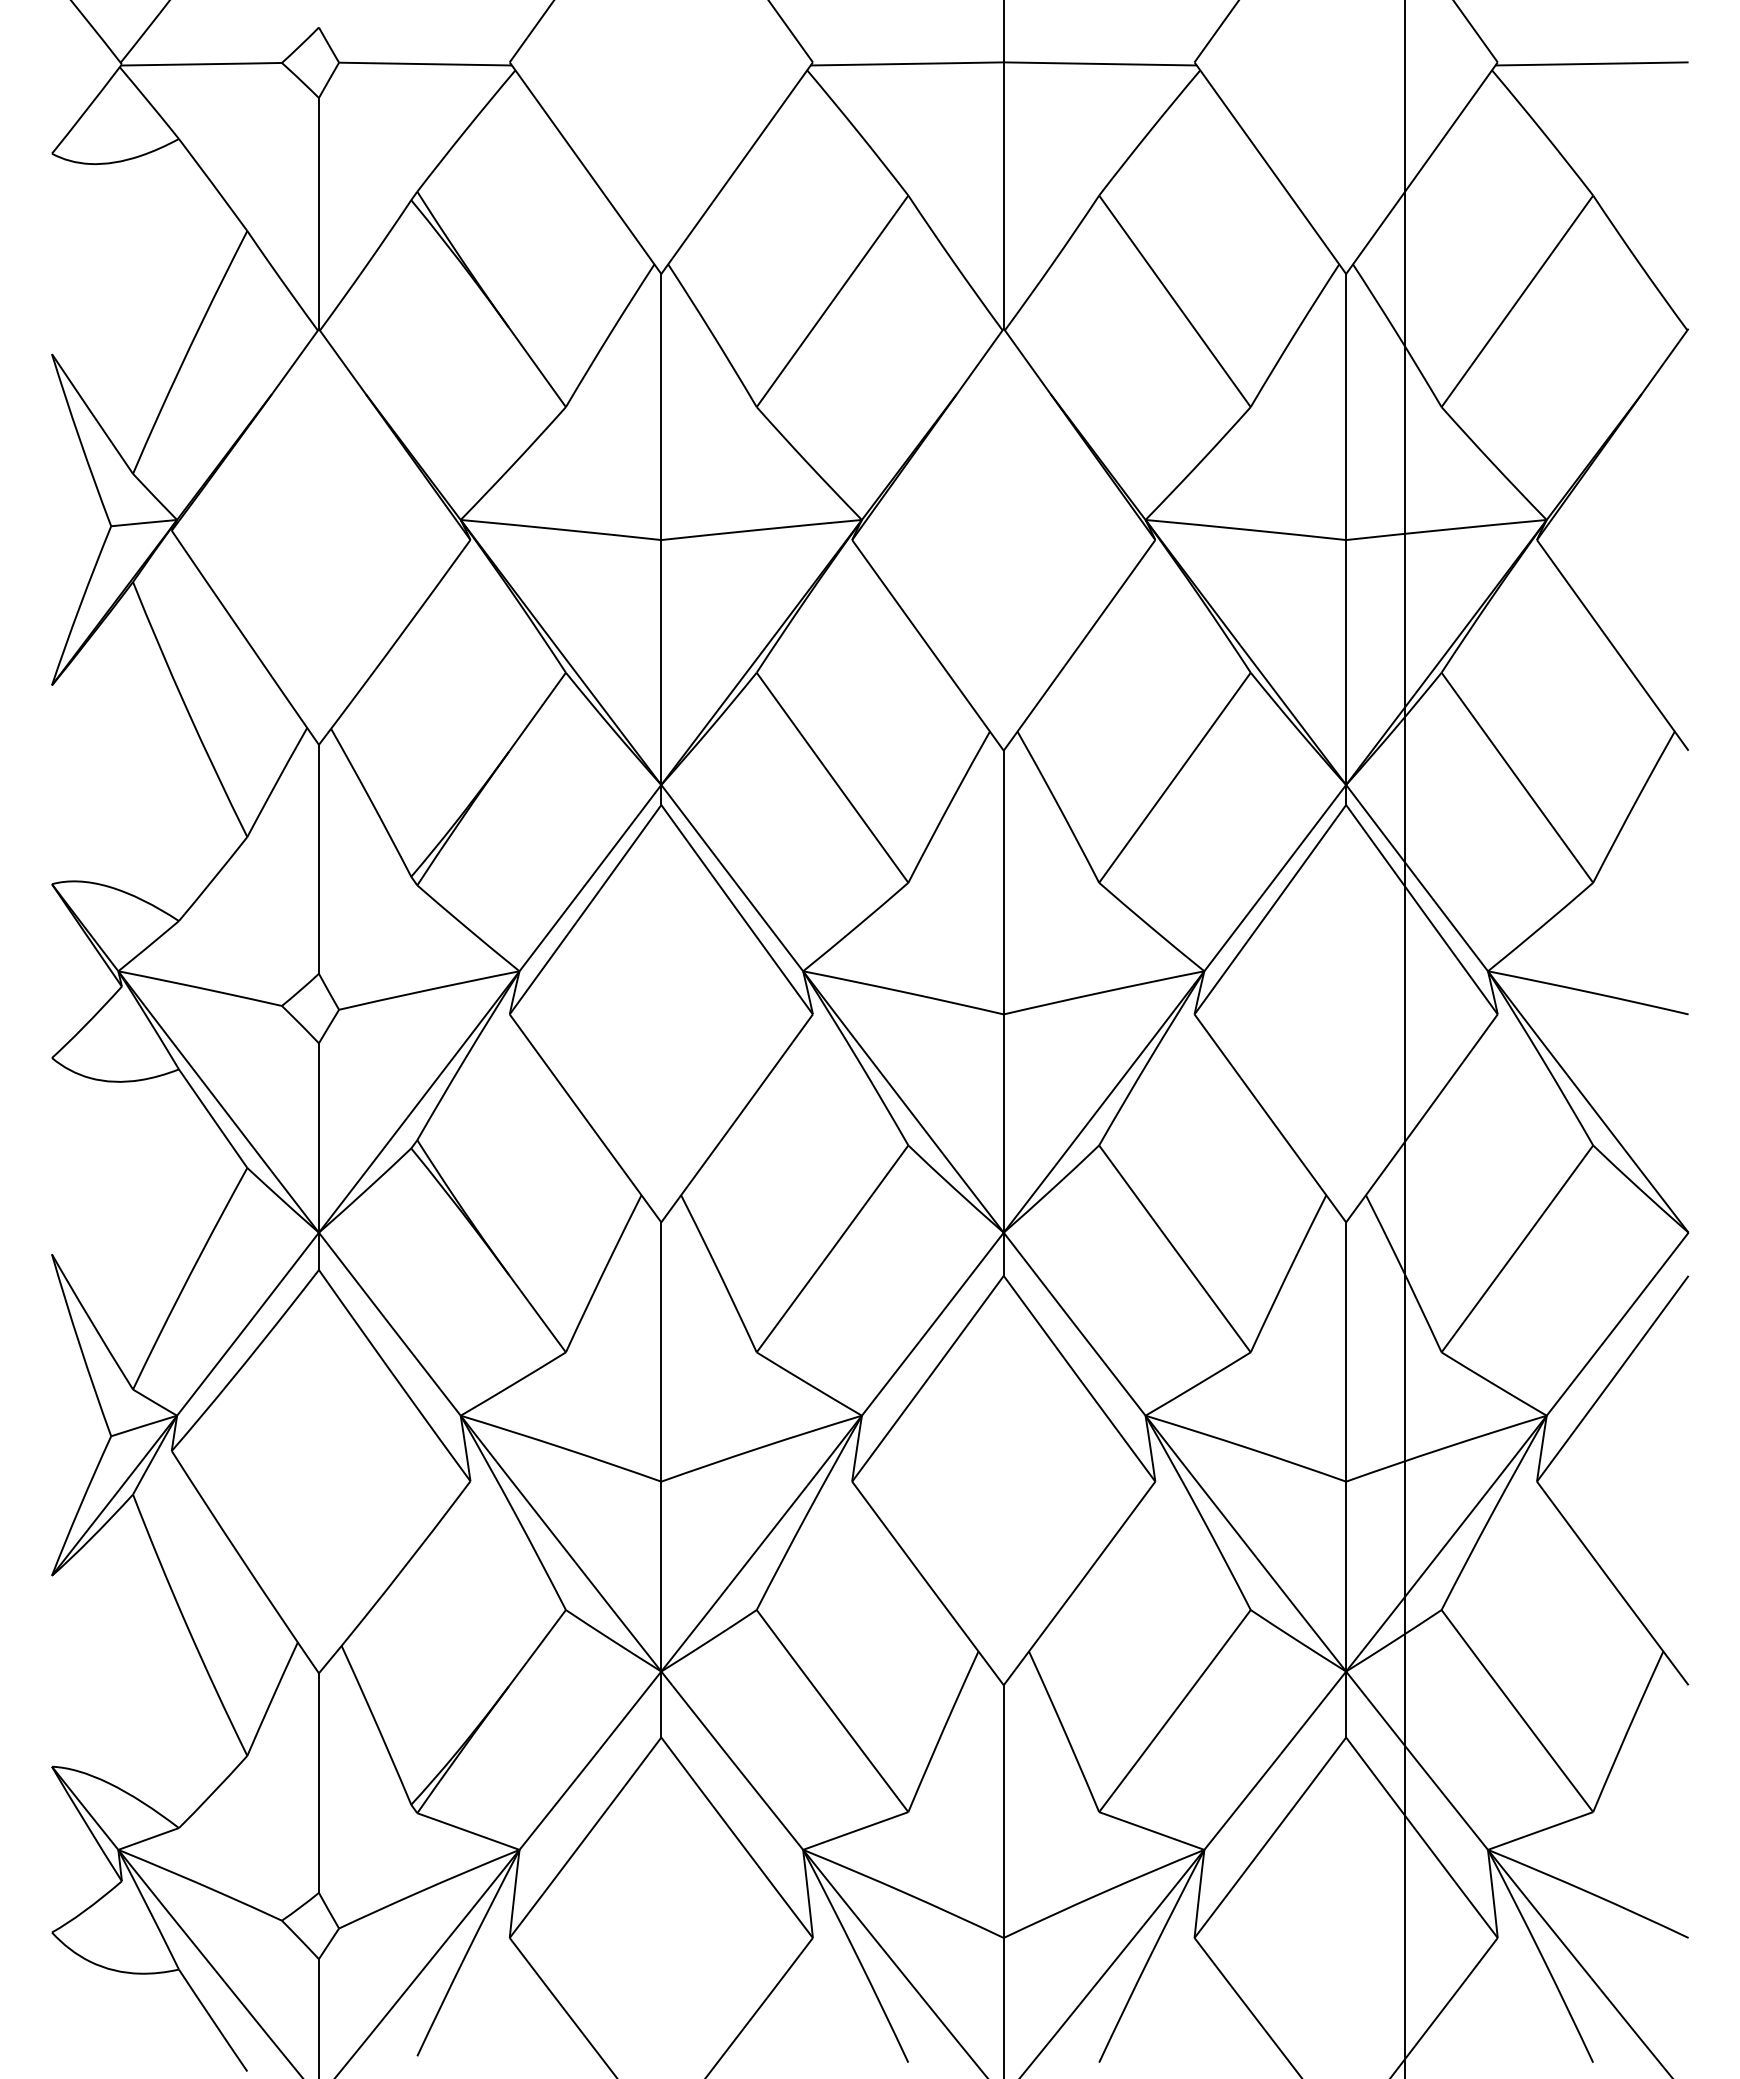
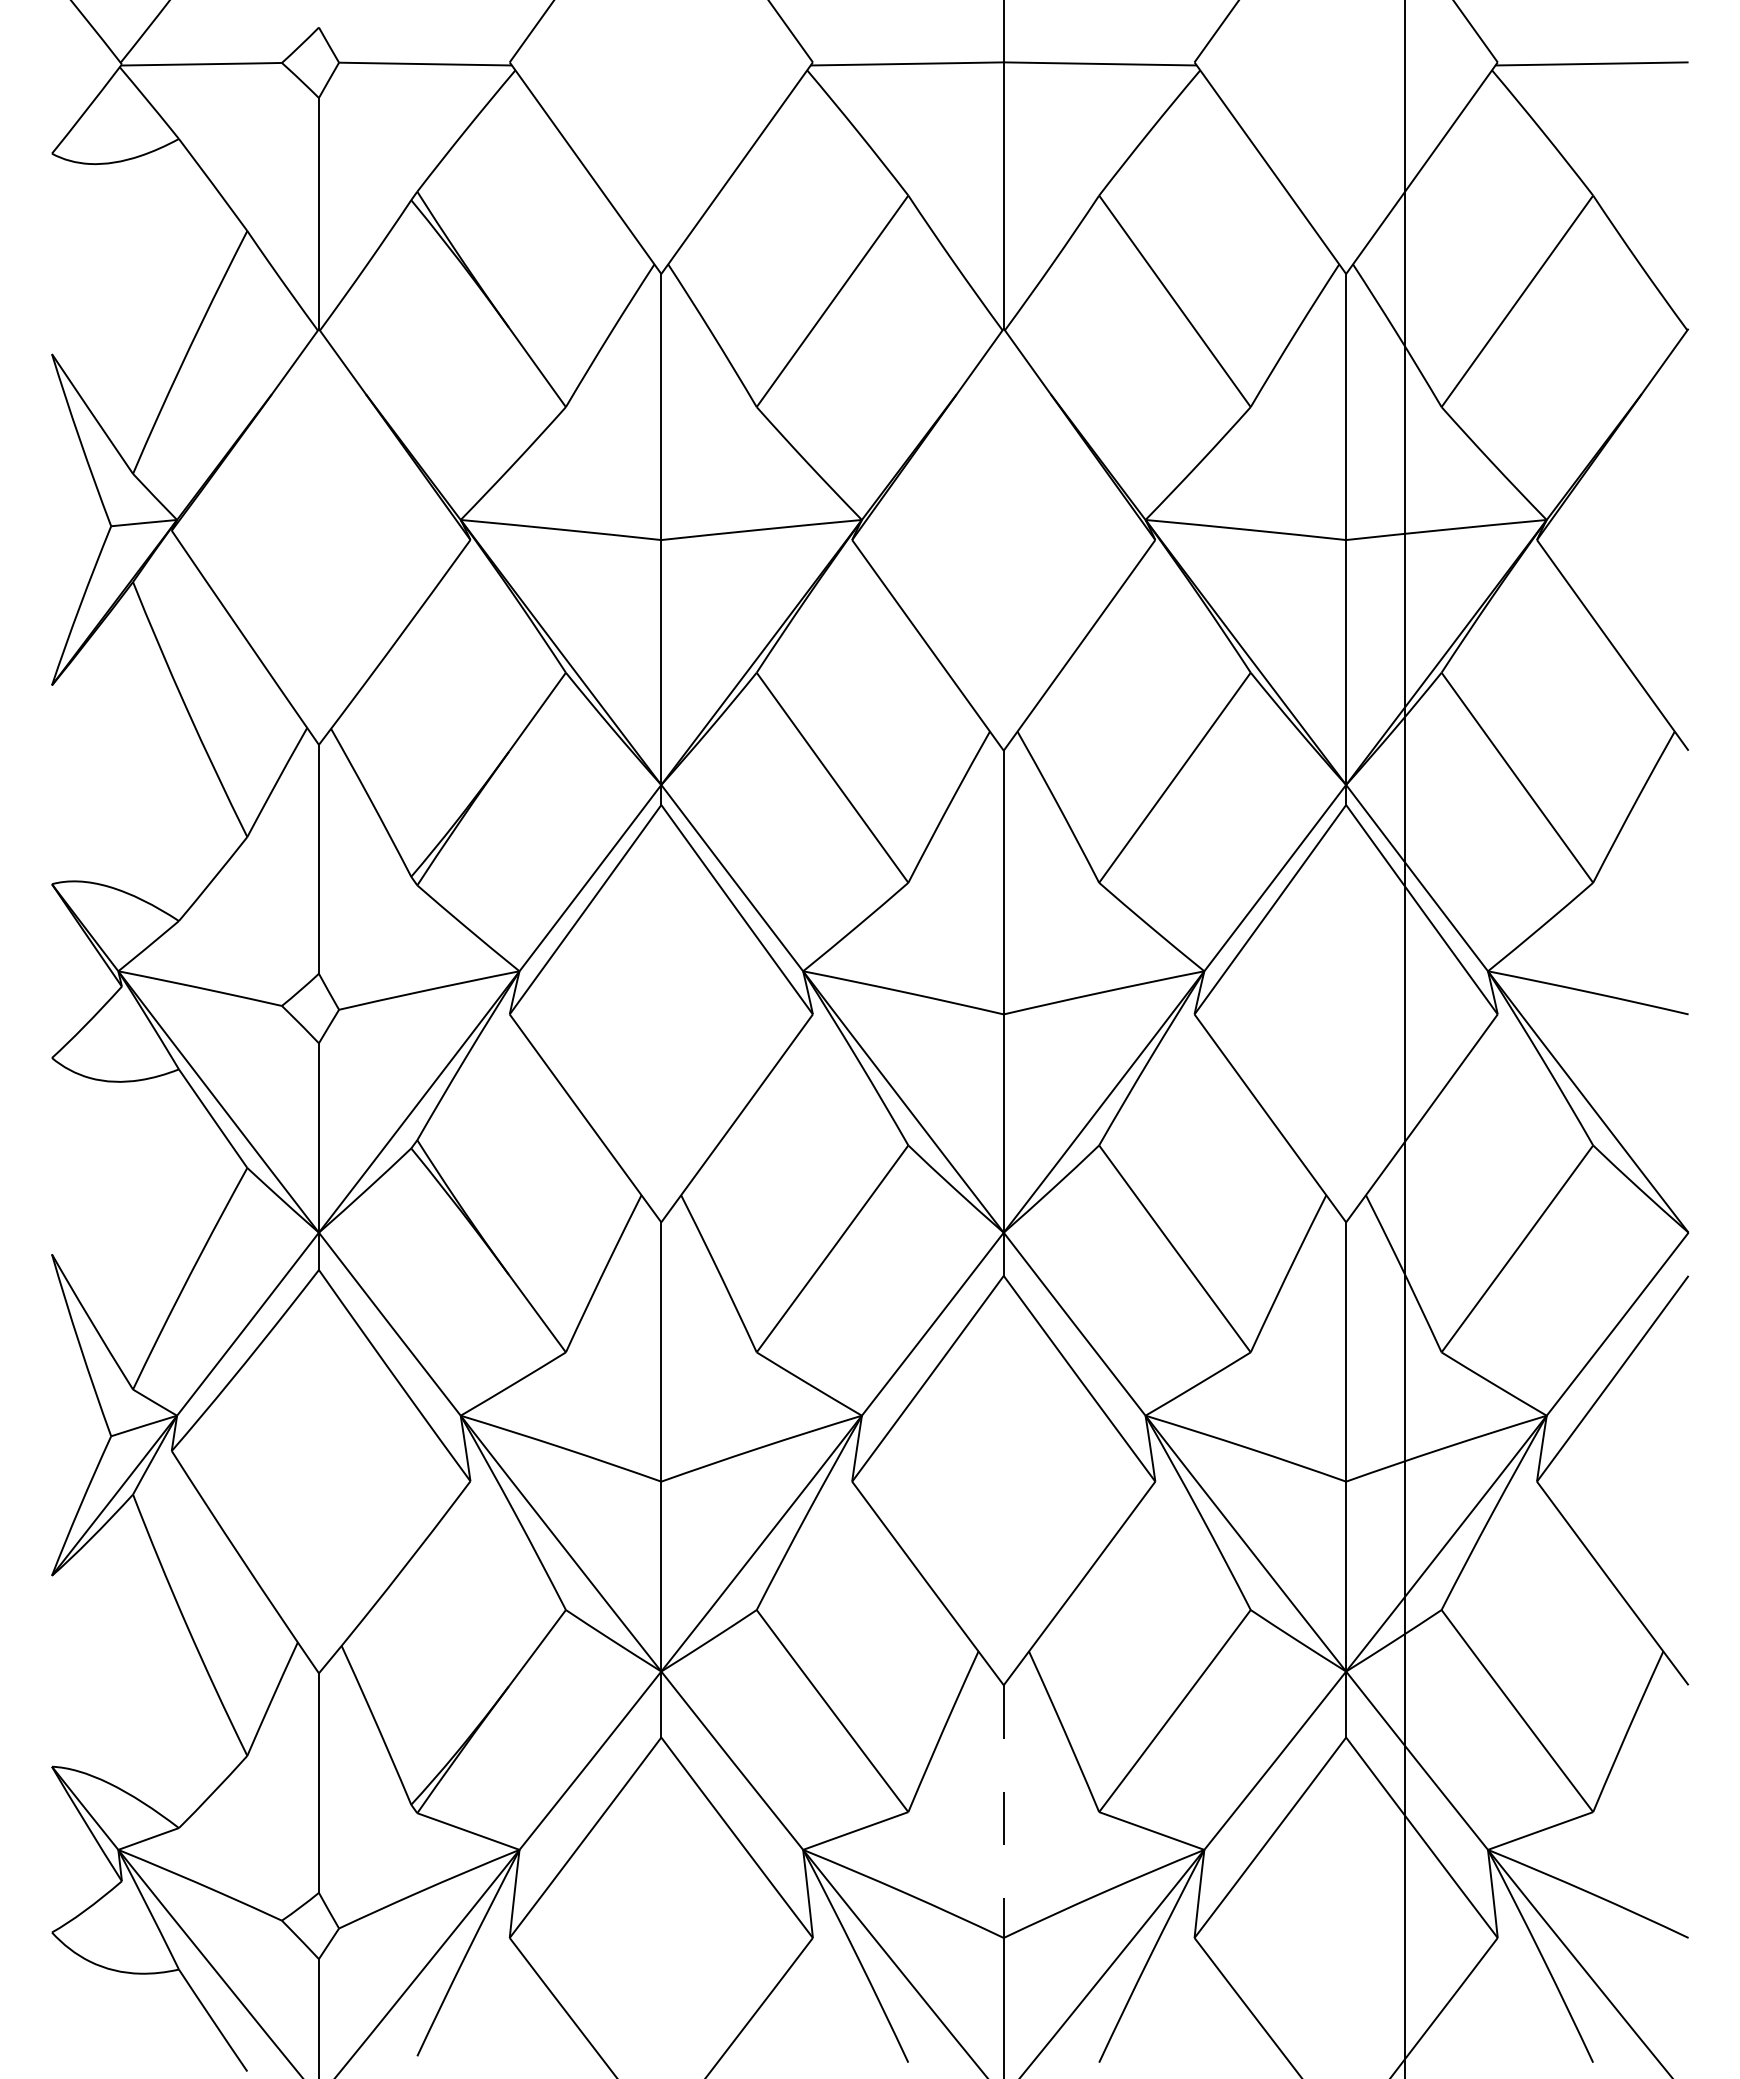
line at (1003, 1812): solid -> dashed
